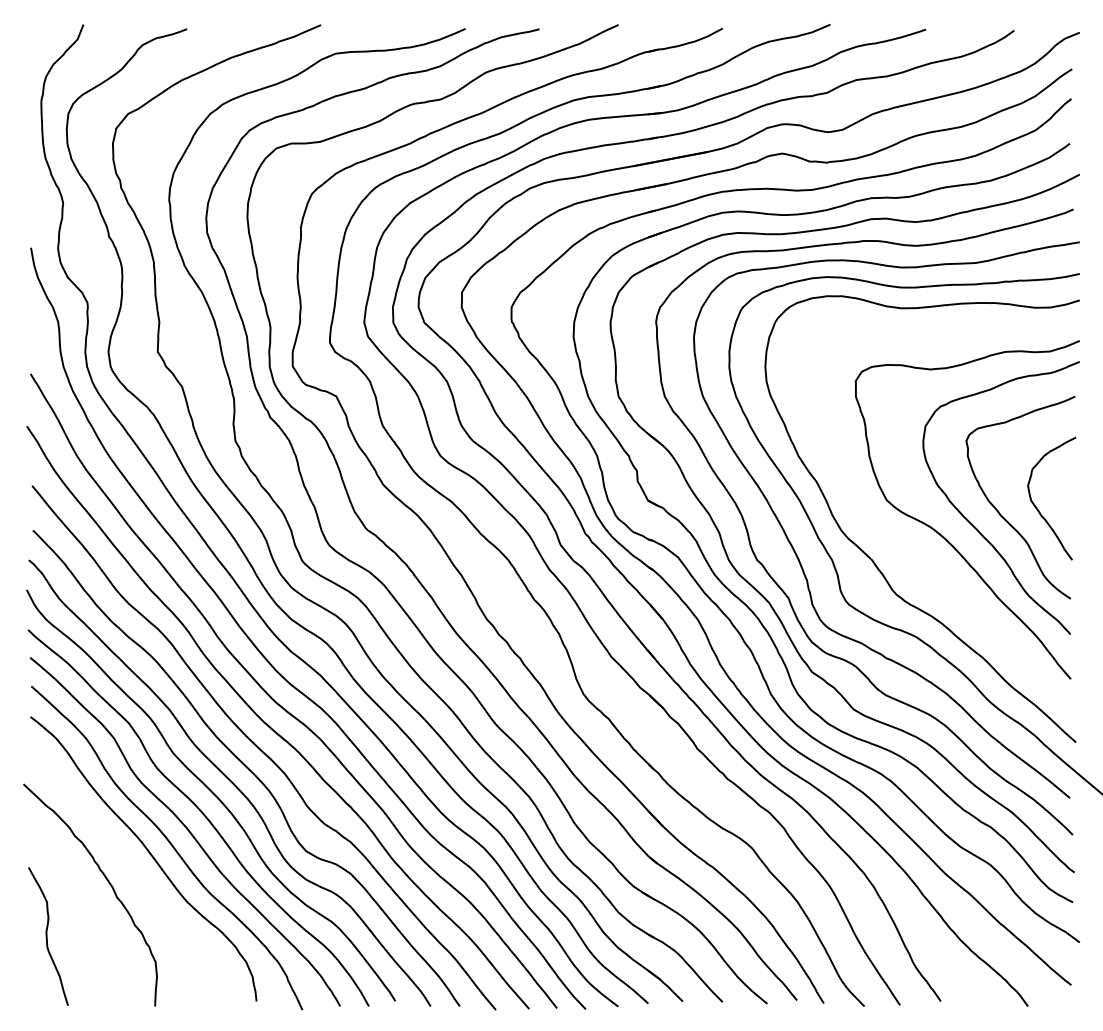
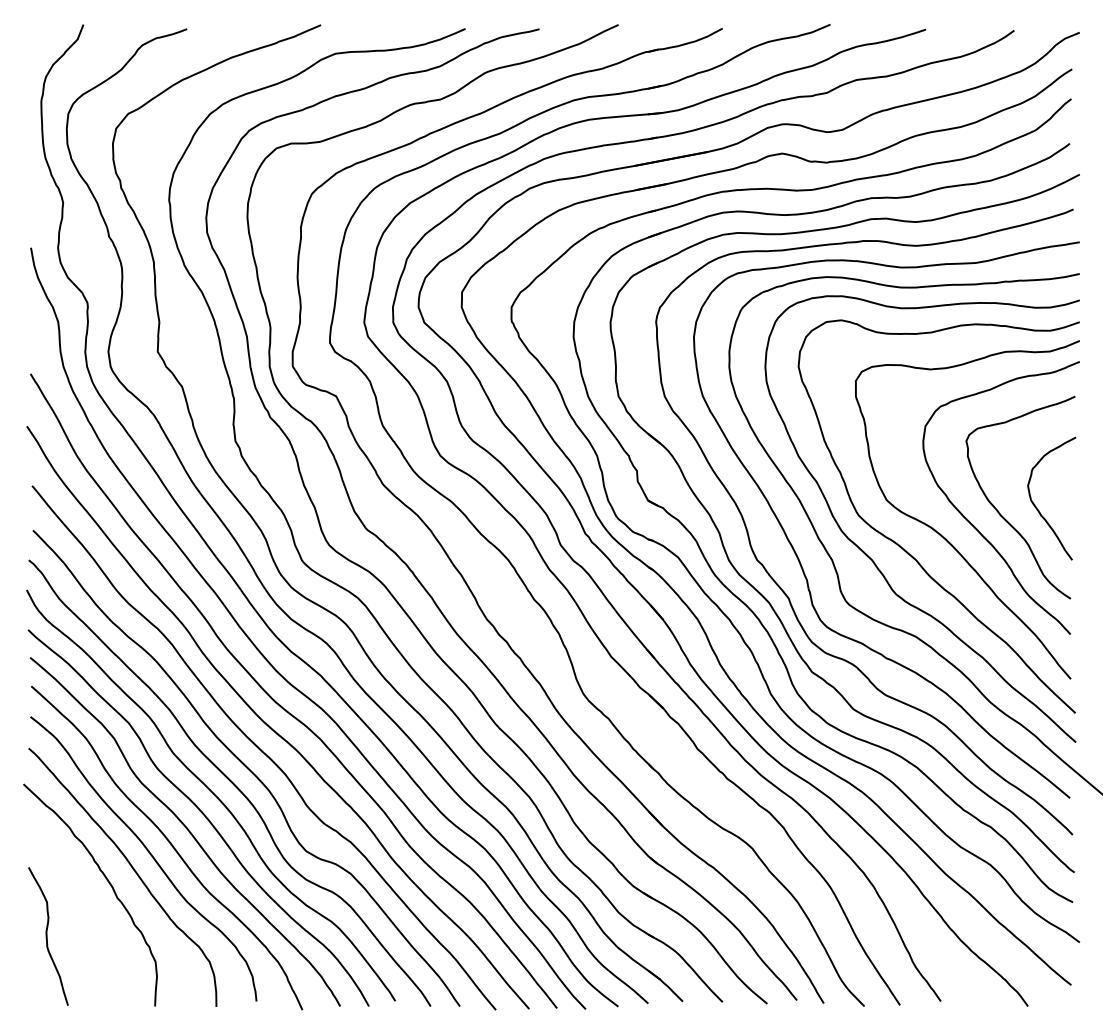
curve at (911, 554): none -> present
curve at (132, 869): none -> present
